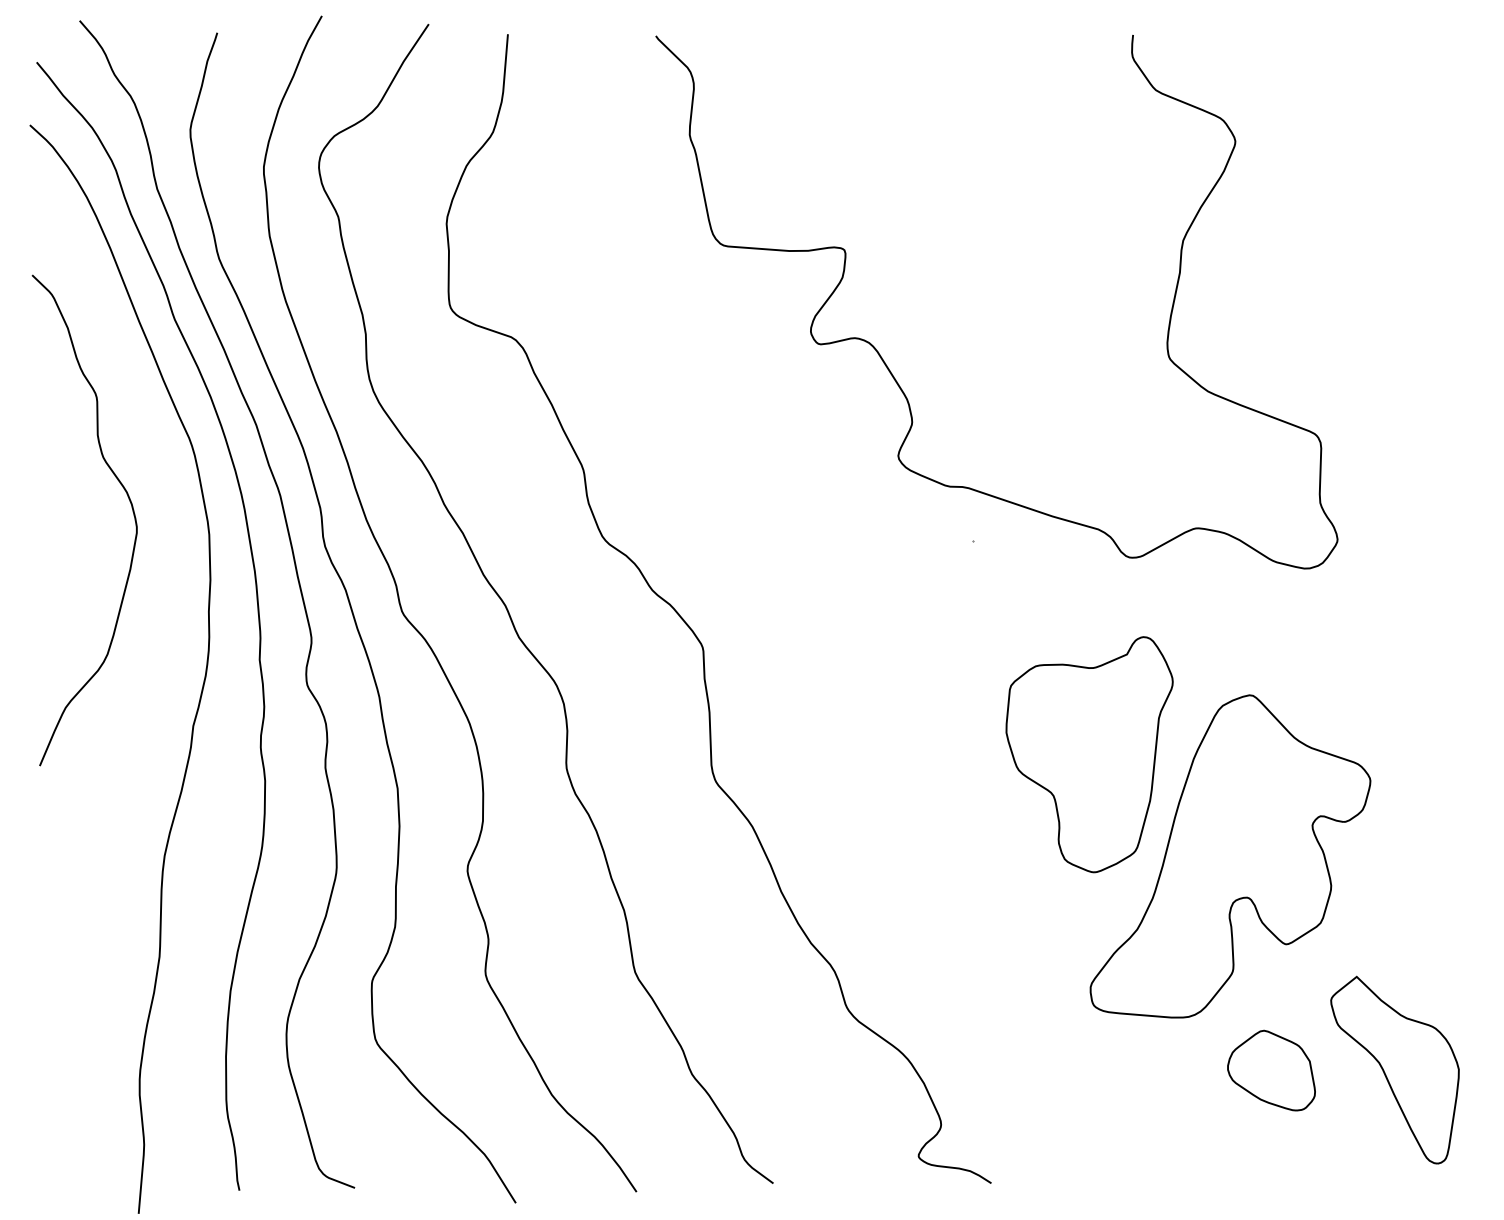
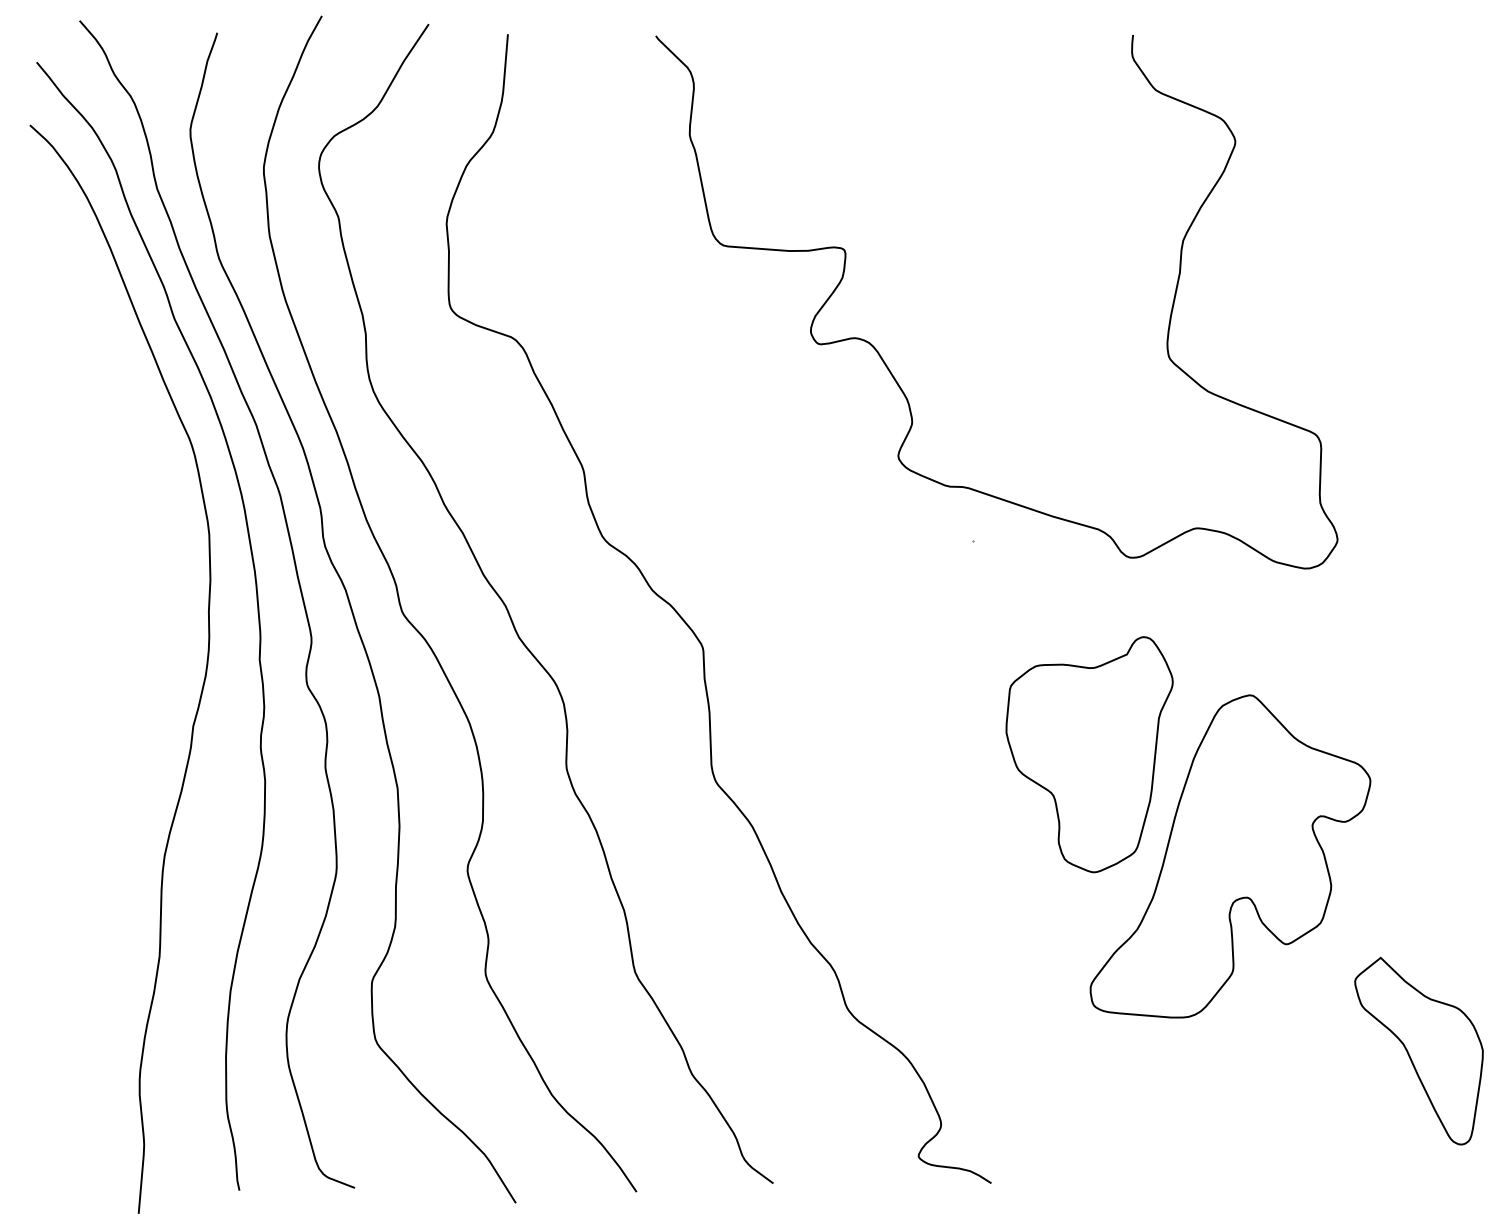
curve at (131, 508): present -> none
part at (1394, 1069) position: (1394, 1069) -> (1418, 1050)
part at (1271, 1070): present -> none
